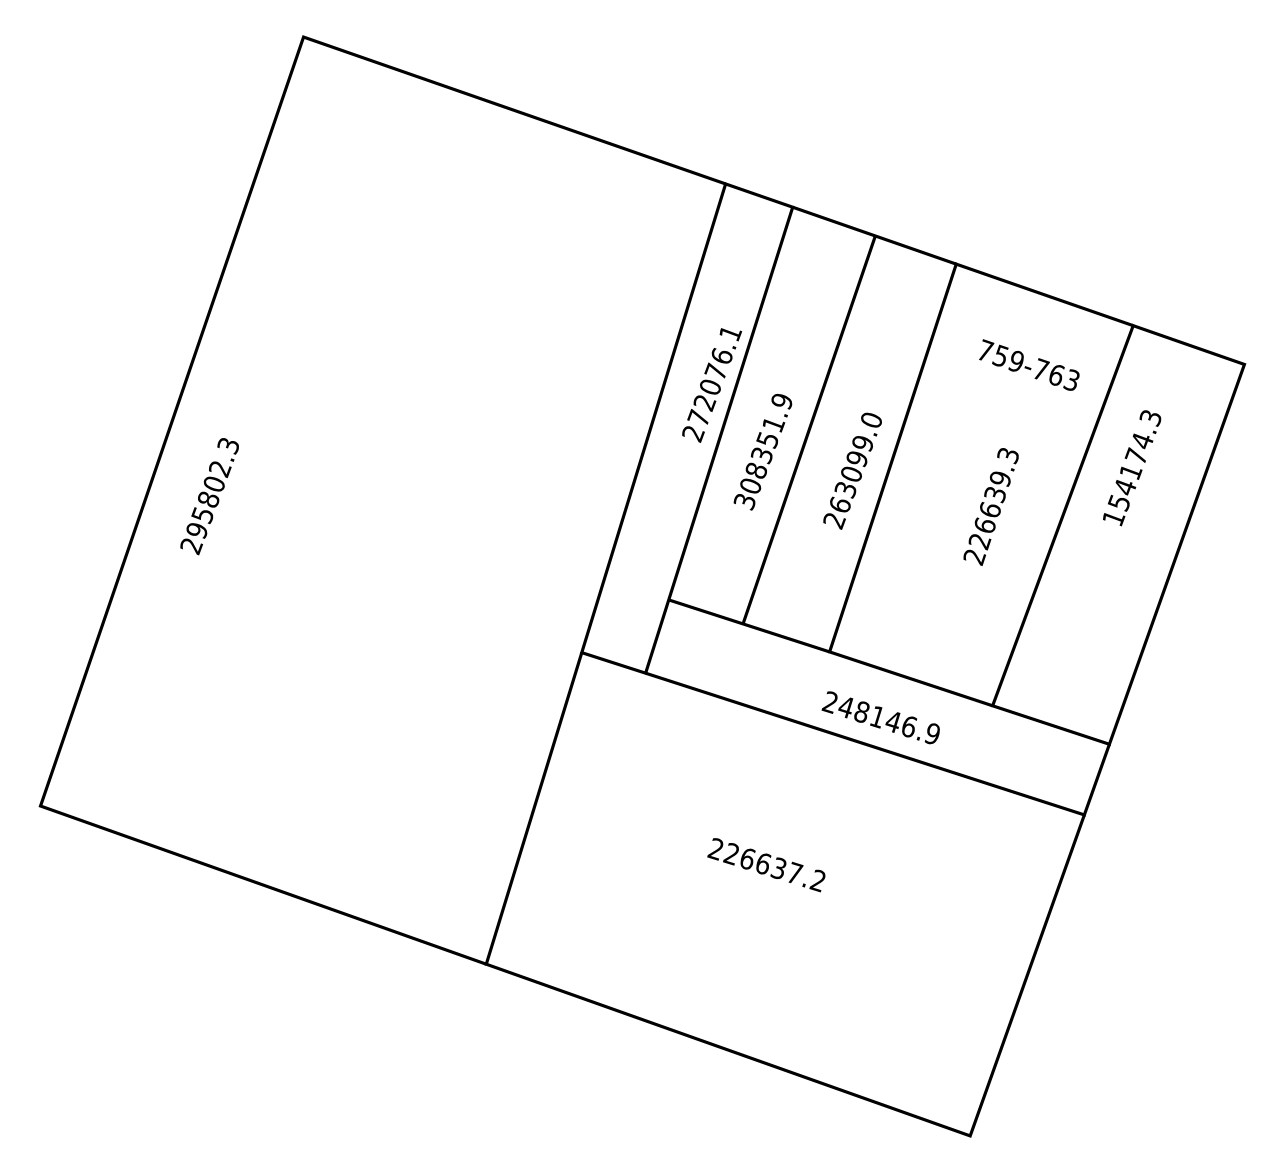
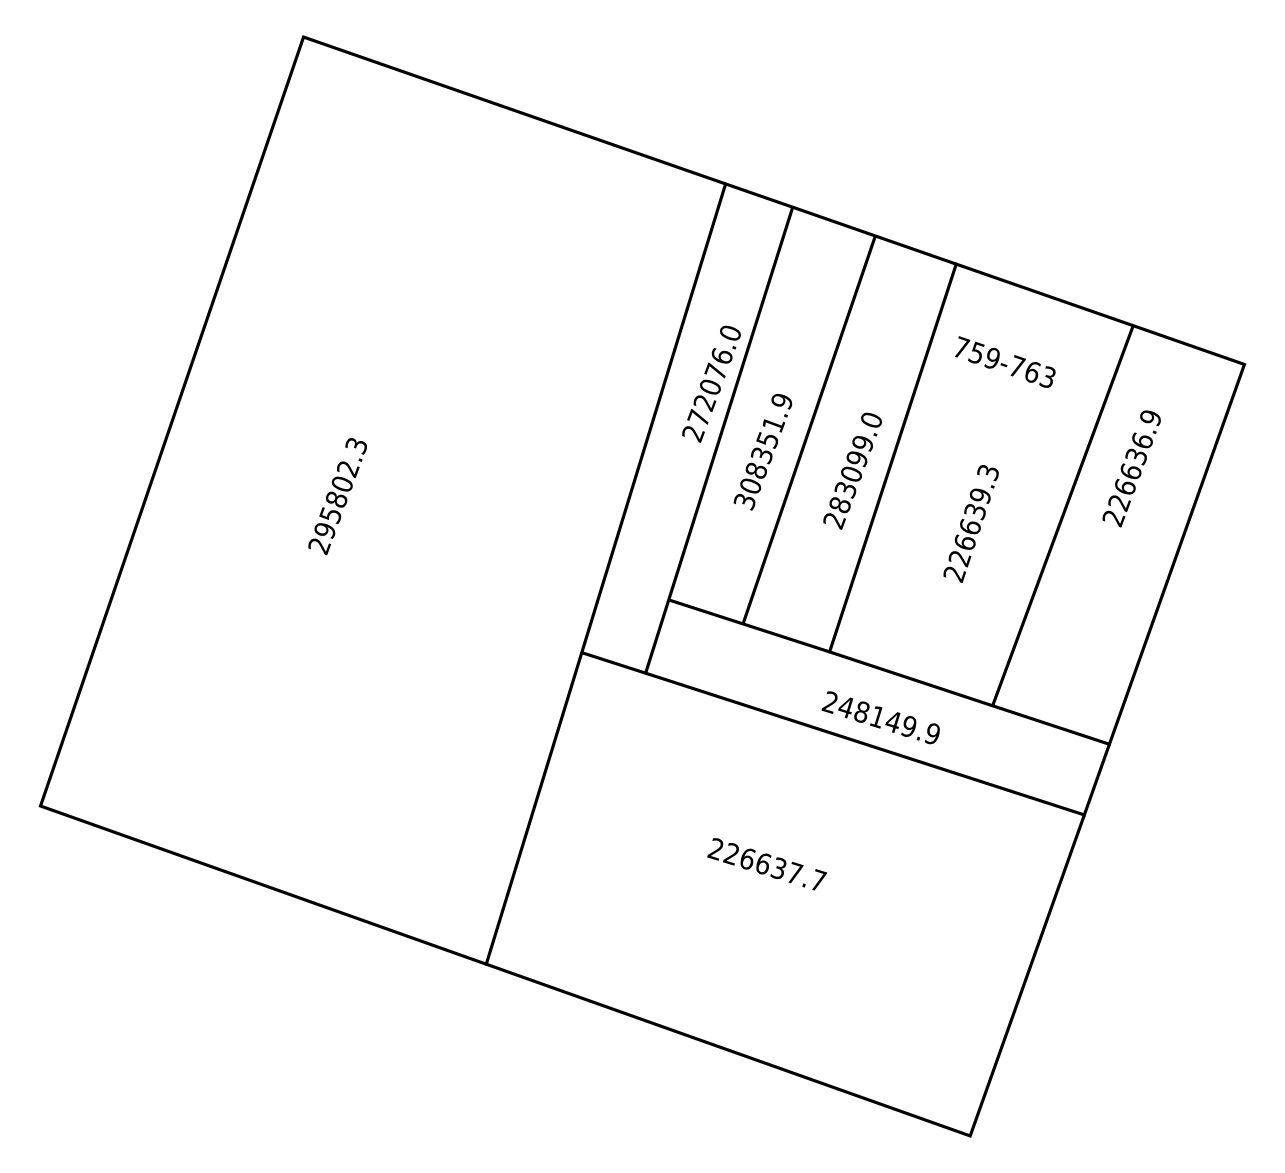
text at (730, 333): 272076.1 -> 272076.0
text at (1029, 364) position: (1029, 364) -> (1005, 361)
text at (1131, 468): 154174.3 -> 226636.9
text at (209, 496) position: (209, 496) -> (337, 496)
text at (839, 504): 263099.0 -> 283099.0
text at (990, 506) position: (990, 506) -> (970, 523)
text at (909, 726): 248146.9 -> 248149.9
text at (818, 880): 226637.2 -> 226637.7
